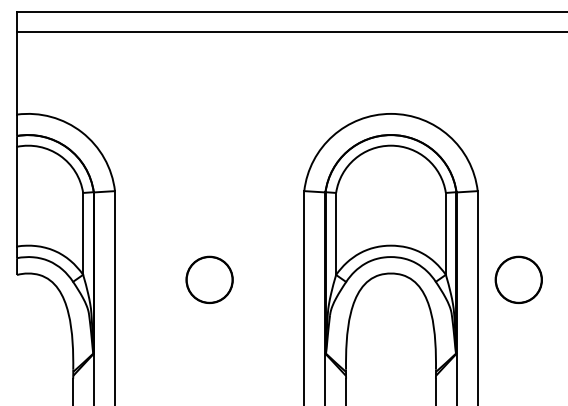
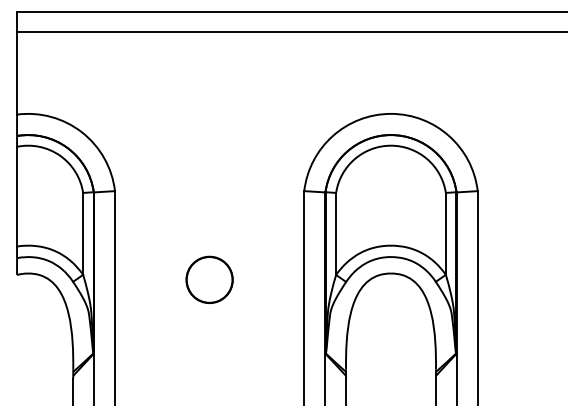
circle at (518, 279): present -> none
